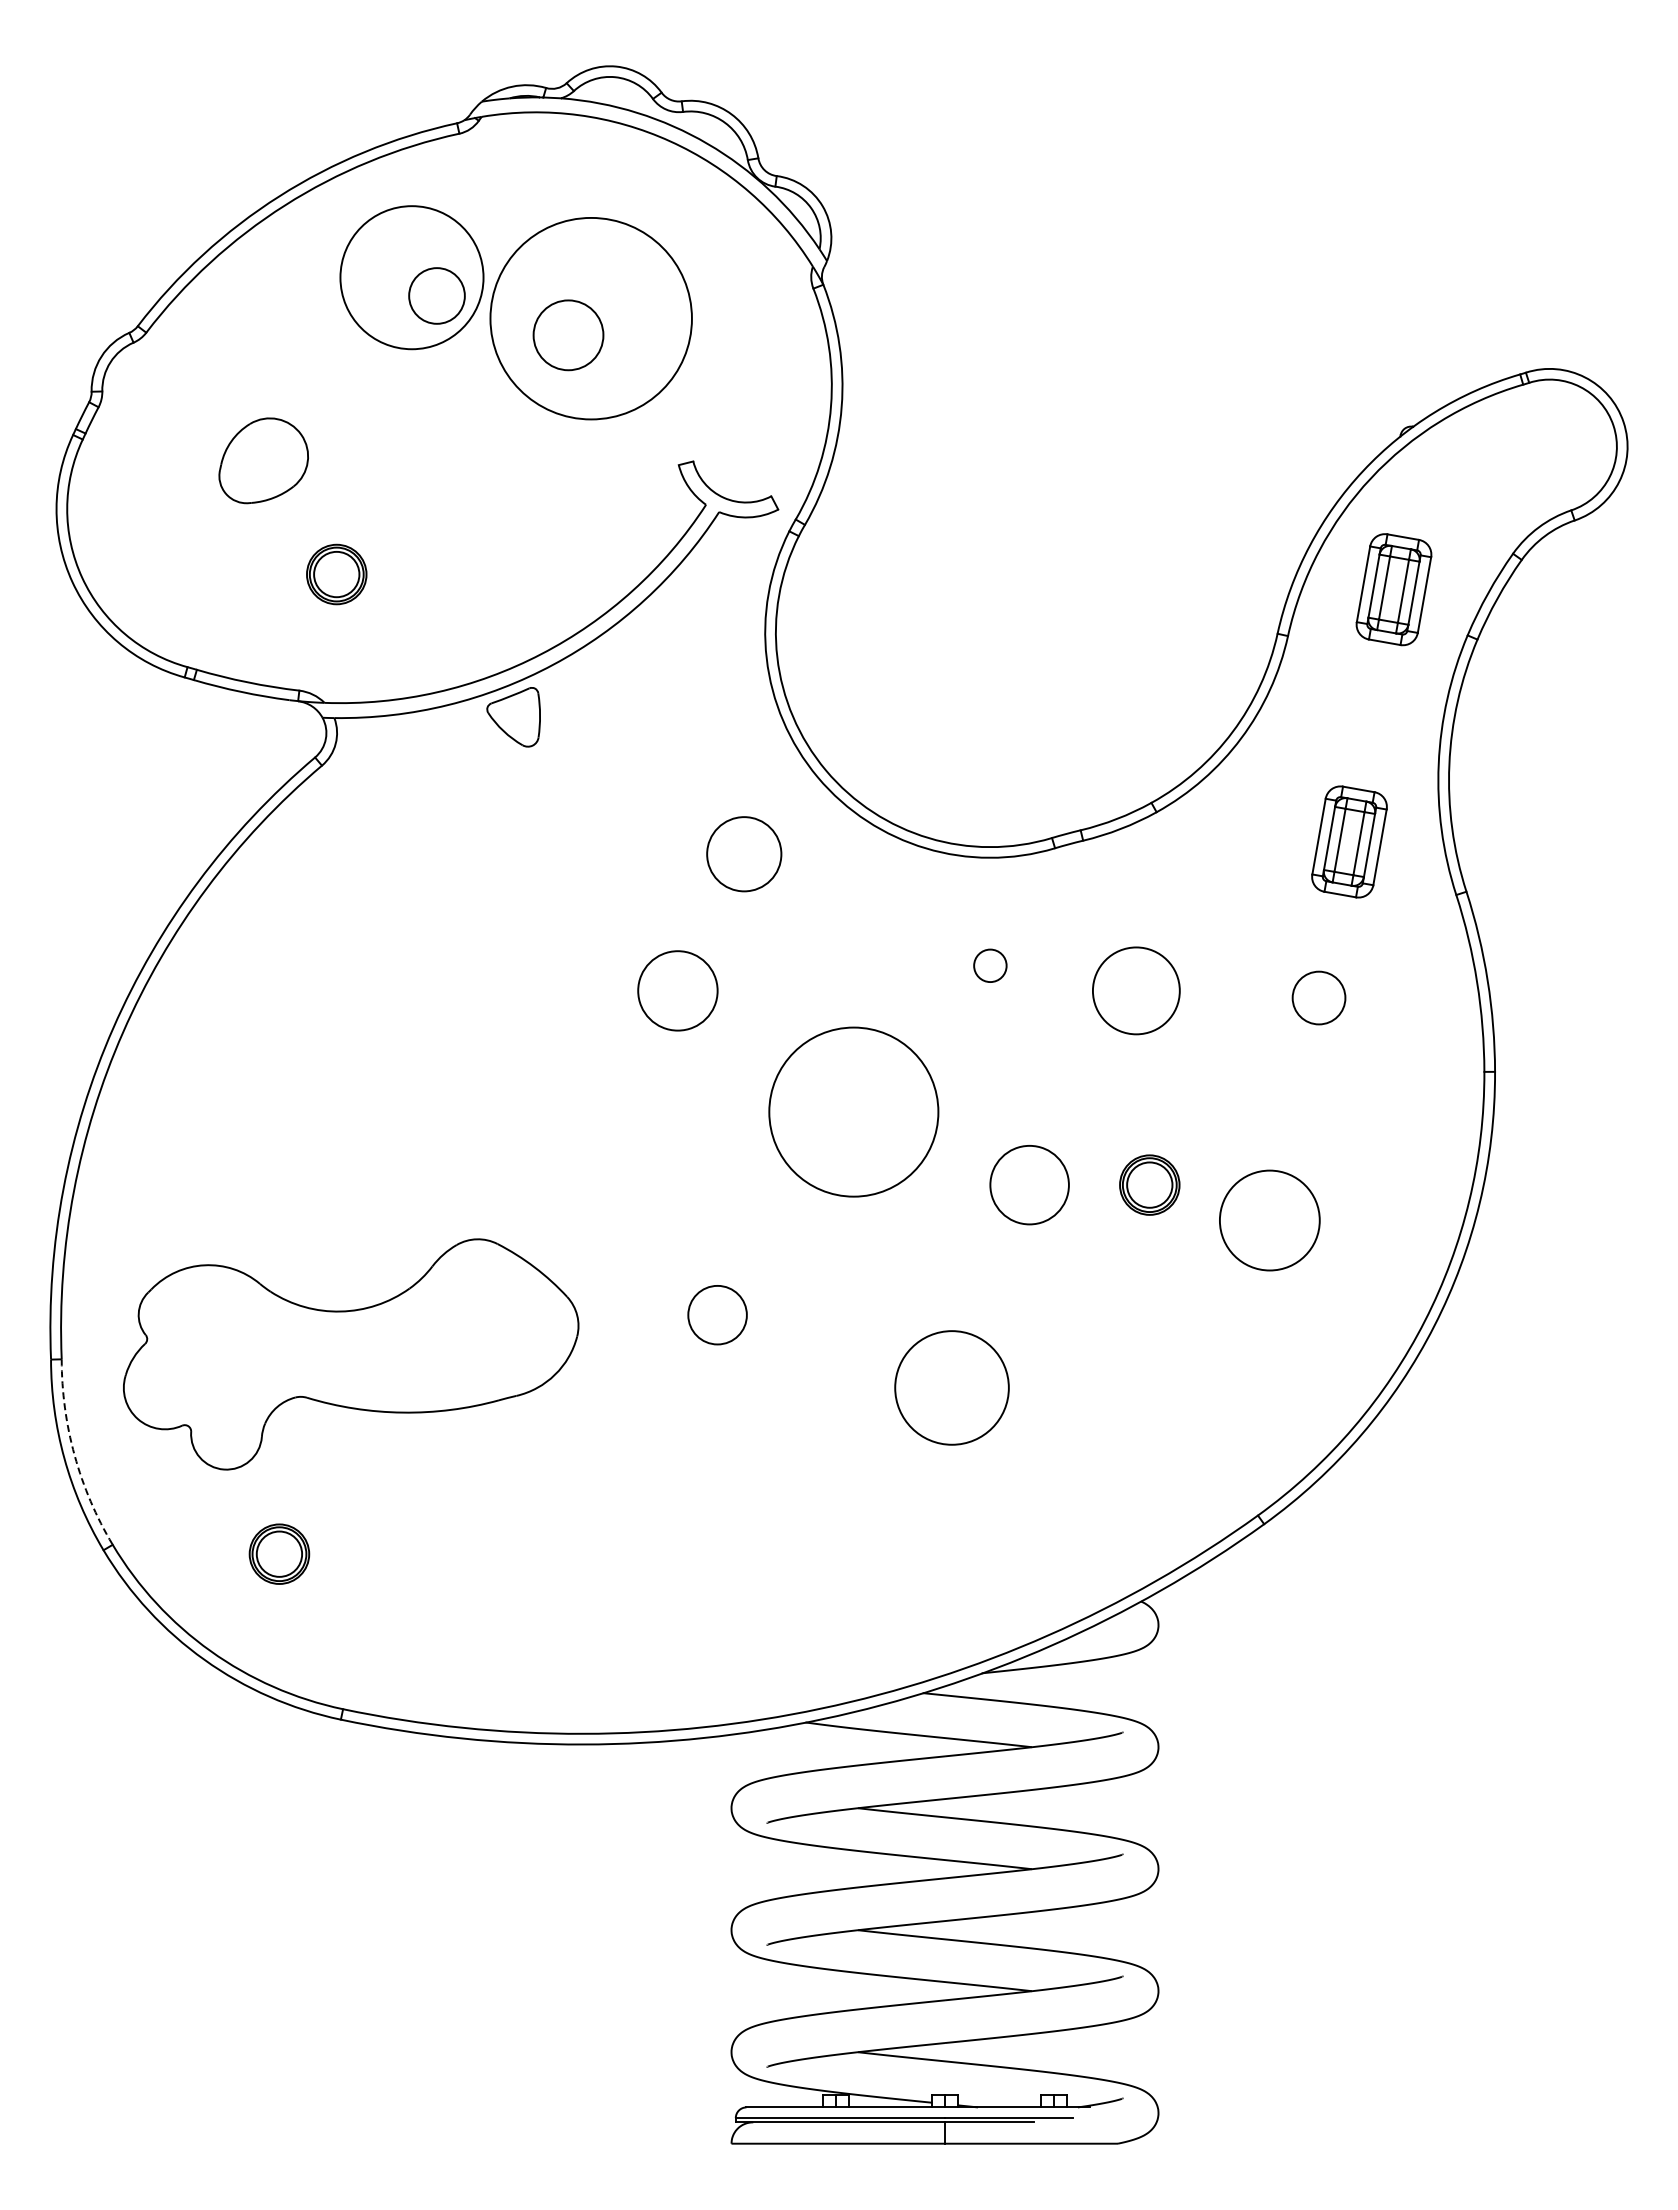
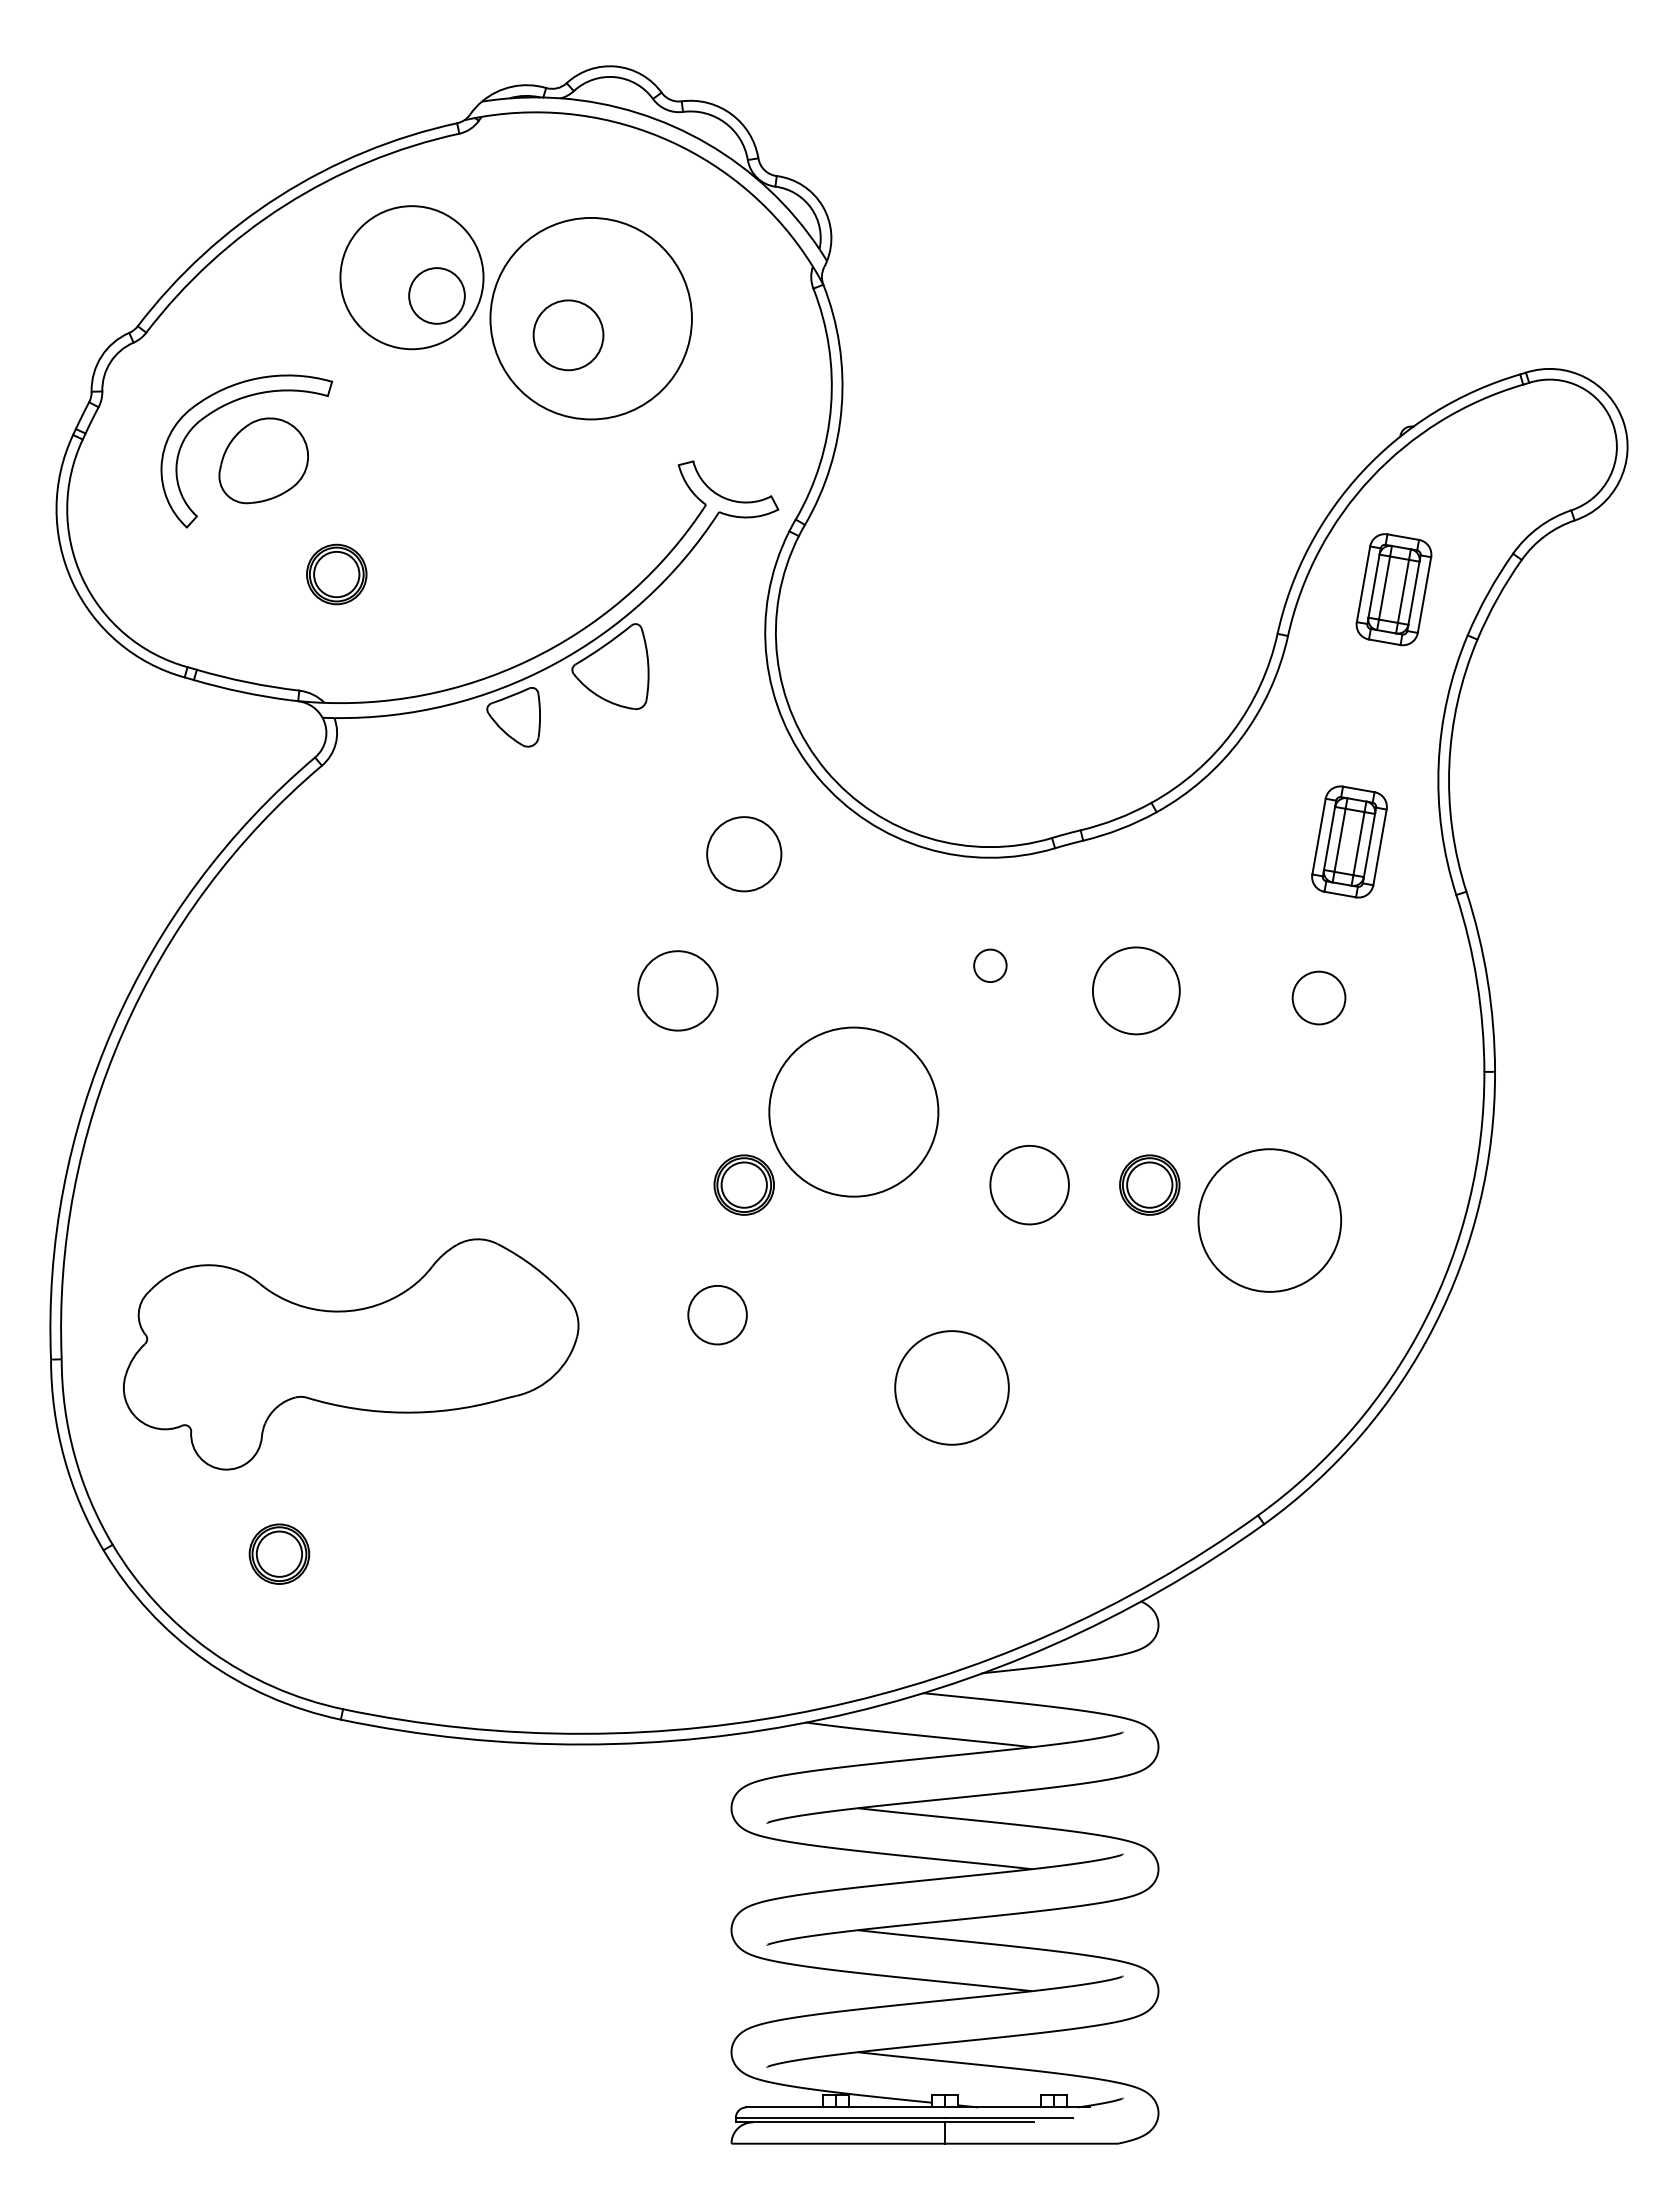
part at (219, 409): none -> present
part at (610, 666): none -> present
part at (743, 1184): none -> present
circle at (1269, 1220) diameter: 100 px -> 143 px
arc at (74, 1455): dashed -> solid
